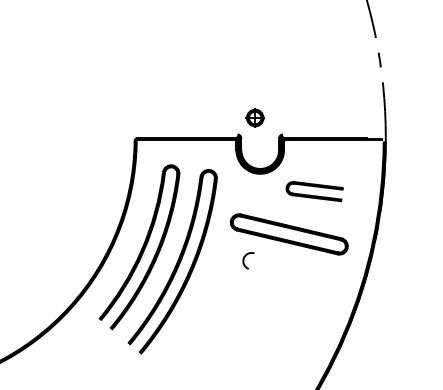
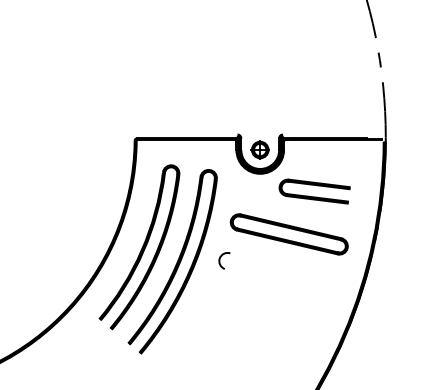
part at (254, 117) position: (254, 117) -> (259, 149)
part at (314, 191) size: 59x22 px -> 73x27 px
arc at (244, 260) position: (244, 260) -> (220, 260)
